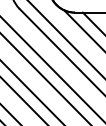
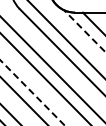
line at (84, 31): solid -> dashed
line at (32, 93): solid -> dashed
